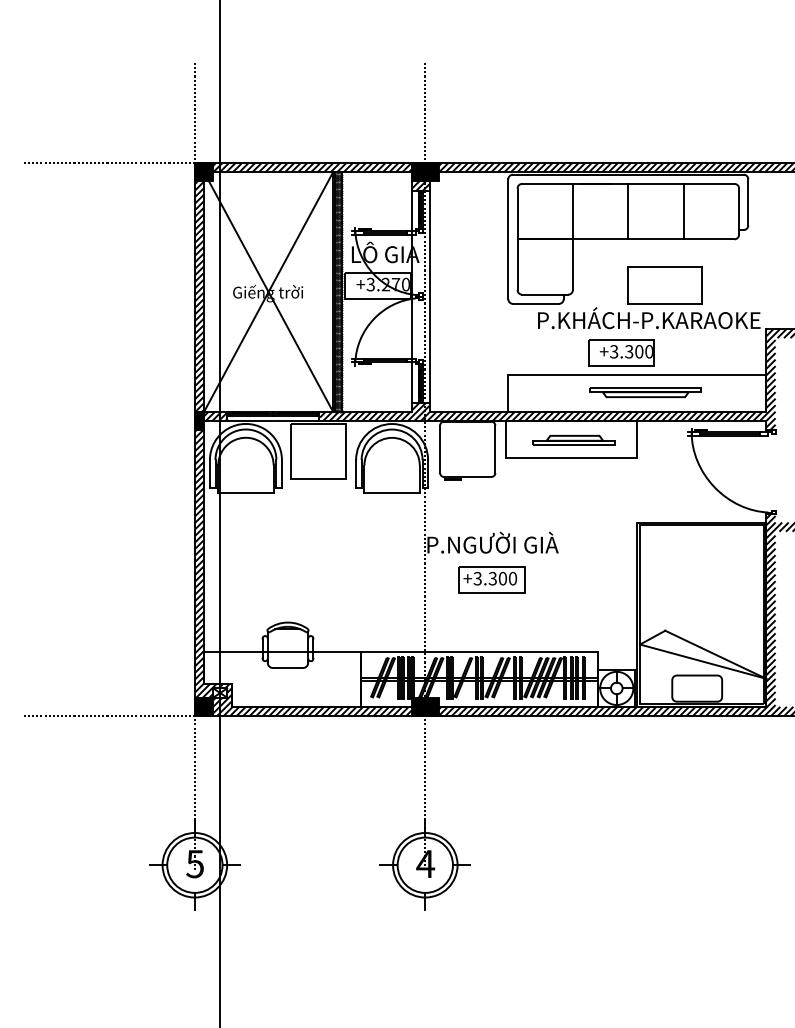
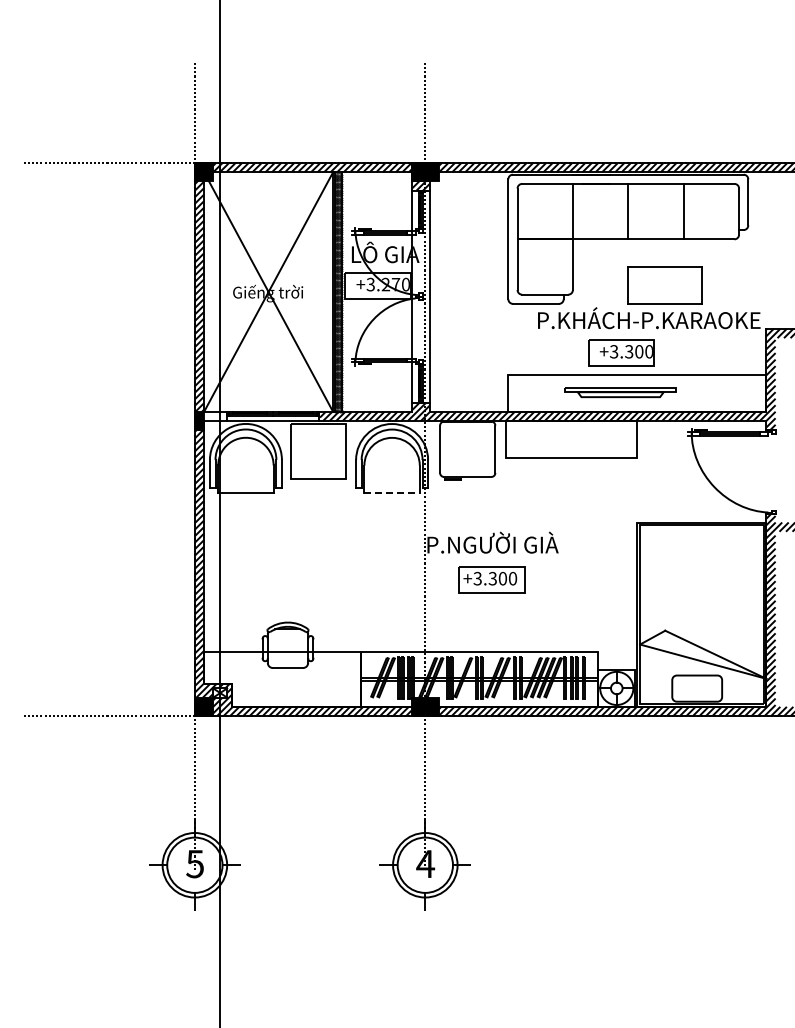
part at (645, 392) position: (645, 392) -> (620, 392)
hatch at (215, 416): present -> none
part at (573, 440): present -> none
line at (392, 493): solid -> dashed
